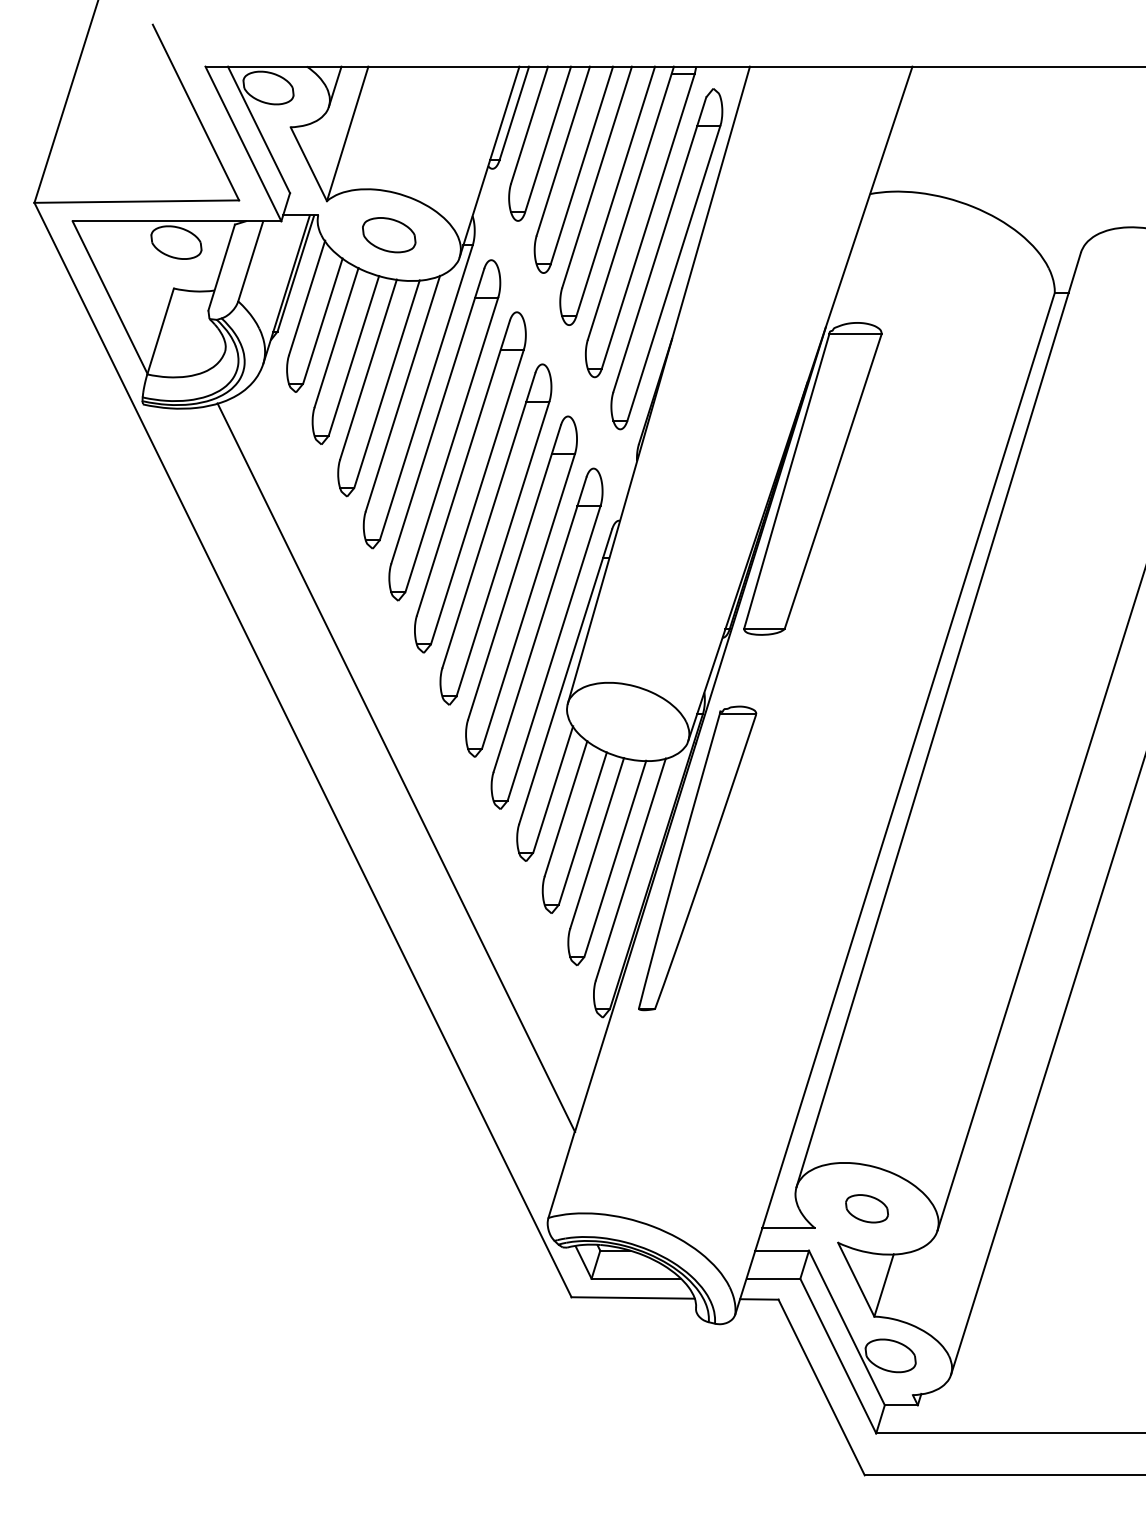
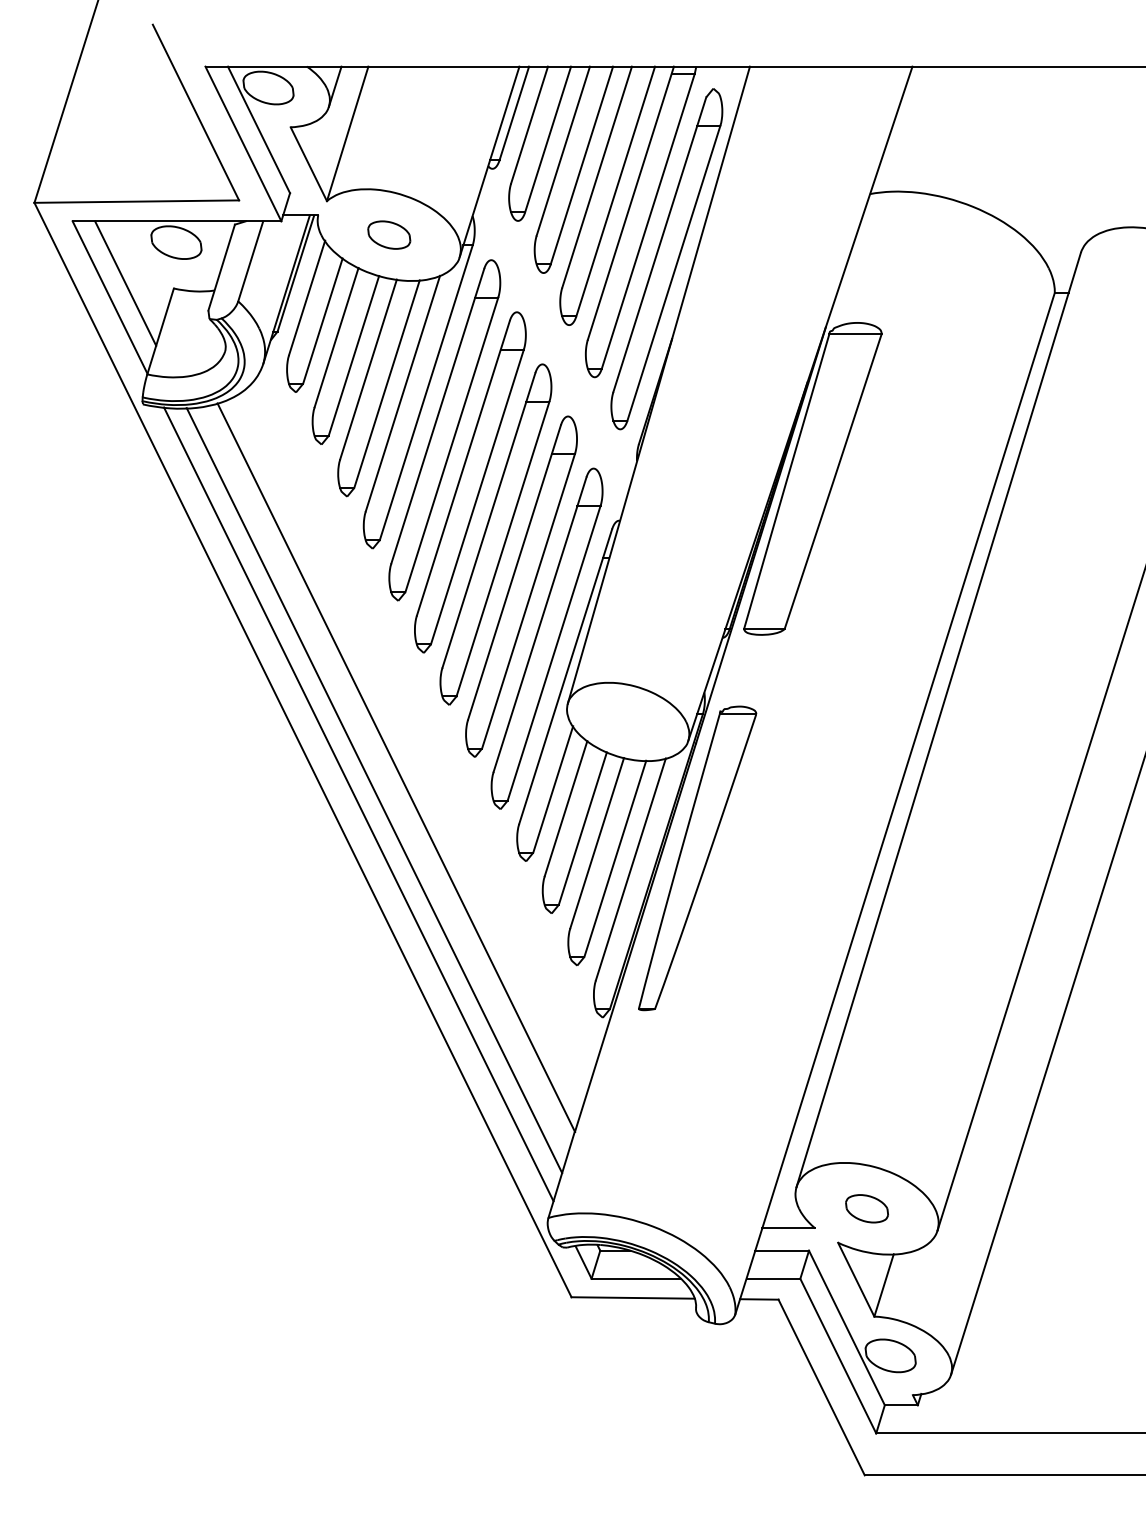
part at (389, 235) size: 55x37 px -> 45x30 px
line at (125, 283): none -> present
line at (374, 790): none -> present
line at (358, 804): none -> present
